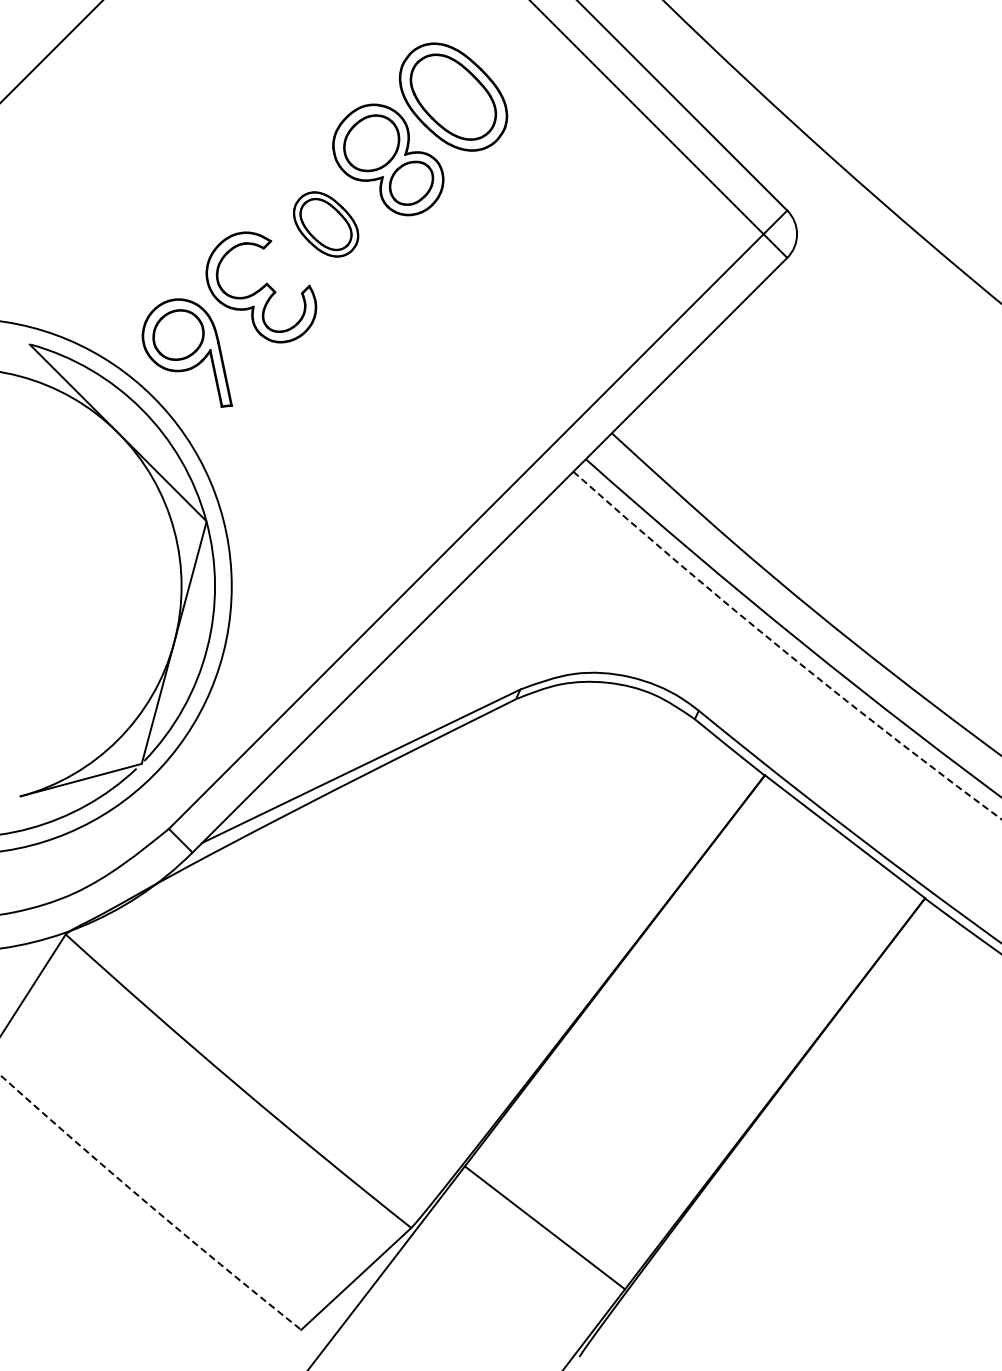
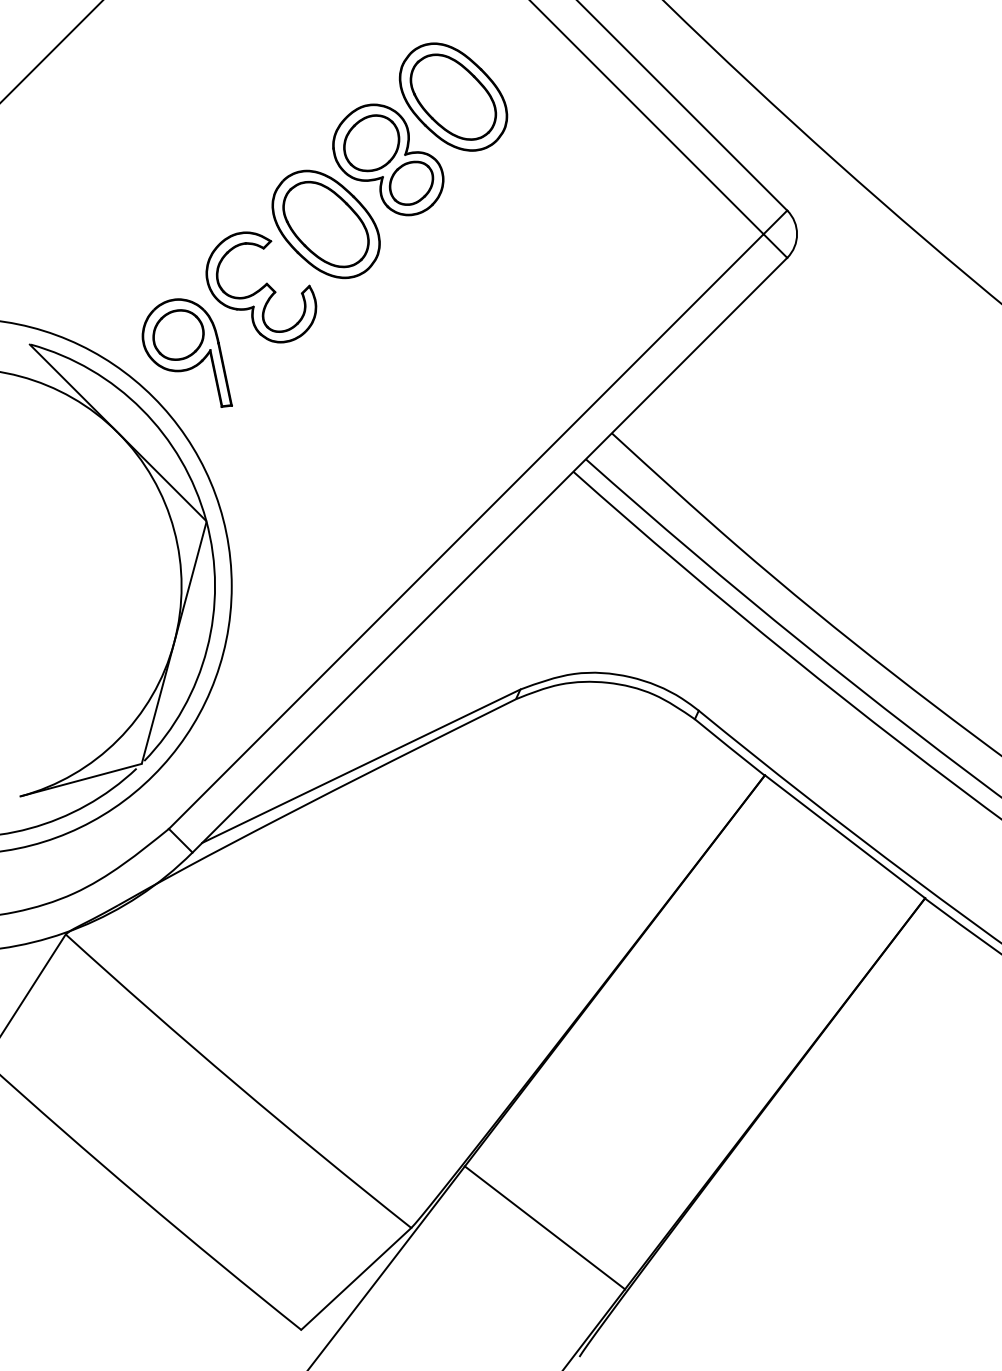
part at (326, 224) size: 67x67 px -> 110x111 px
arc at (783, 650): dashed -> solid
arc at (148, 1204): dashed -> solid
